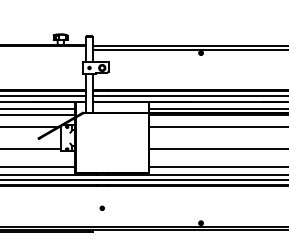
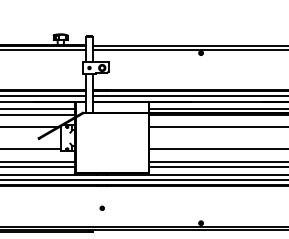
line at (44, 49): none -> present
line at (38, 161): none -> present
line at (217, 161): none -> present
